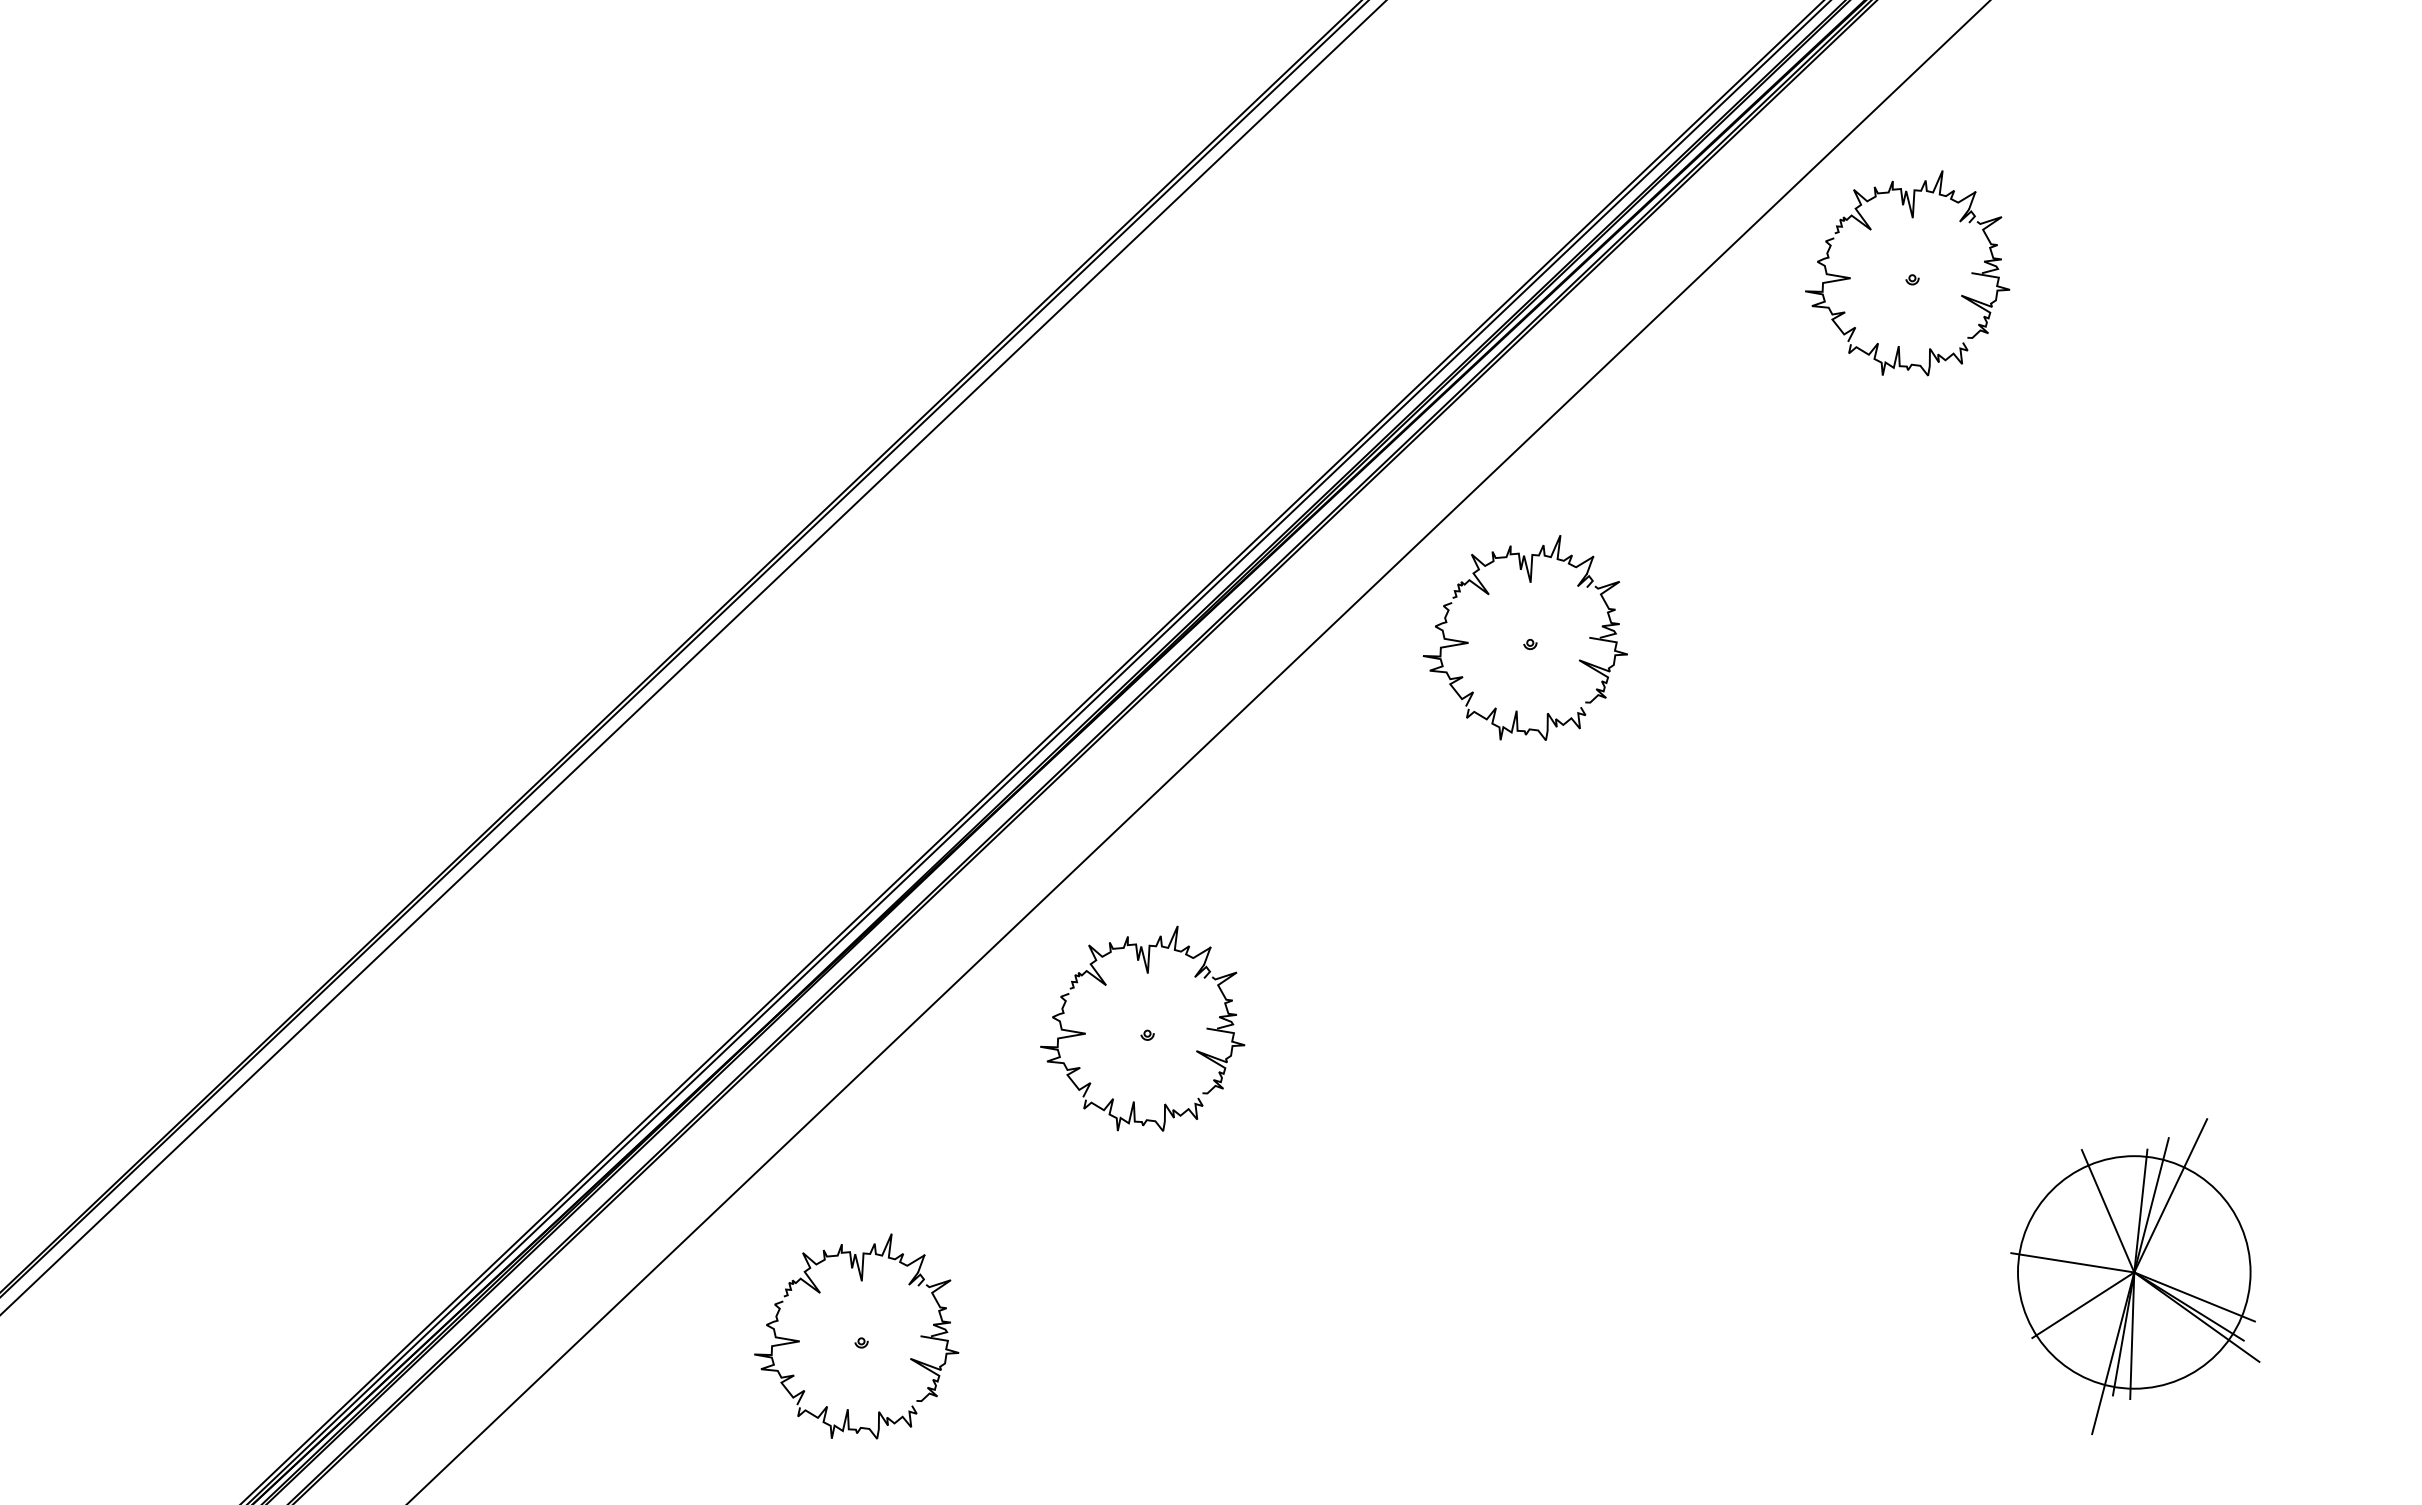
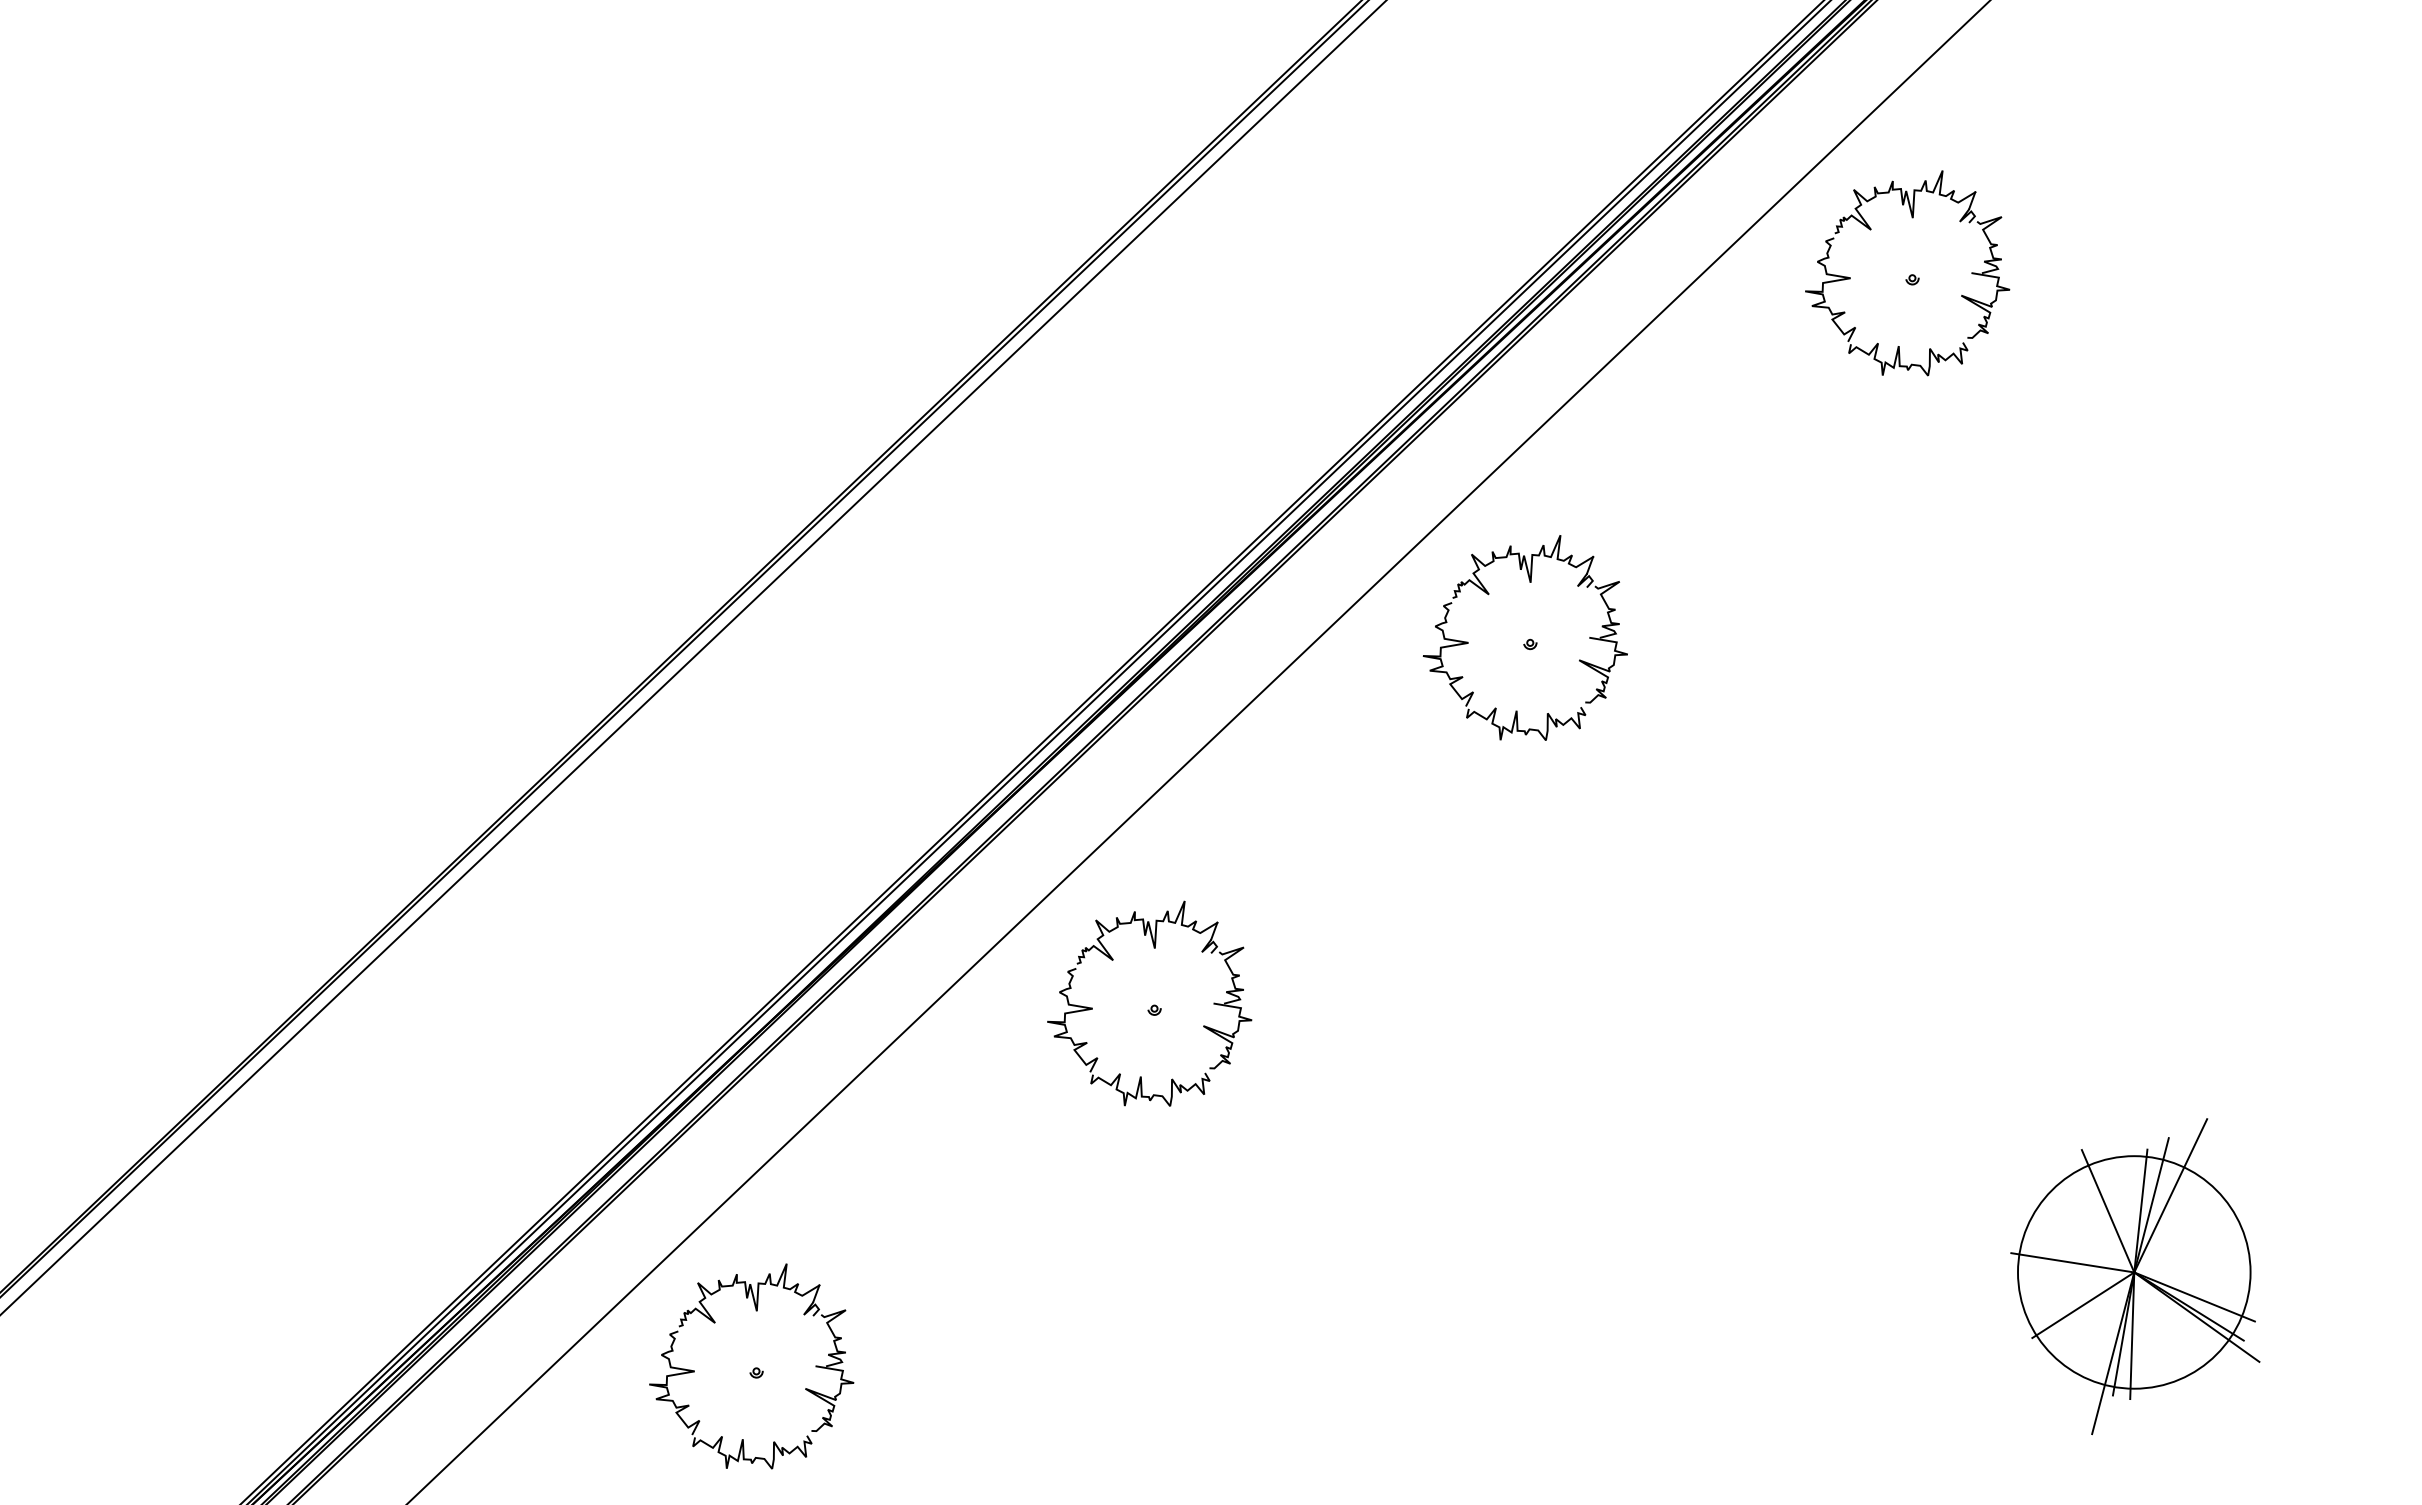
part at (1142, 1028) position: (1142, 1028) -> (1149, 1003)
part at (856, 1336) position: (856, 1336) -> (751, 1366)
